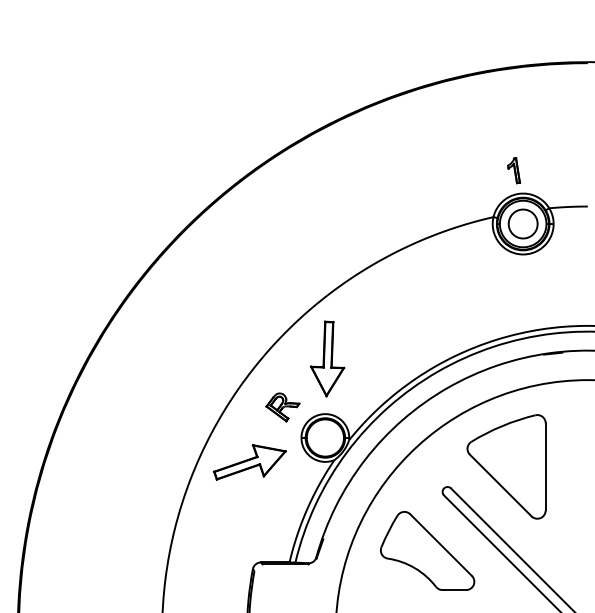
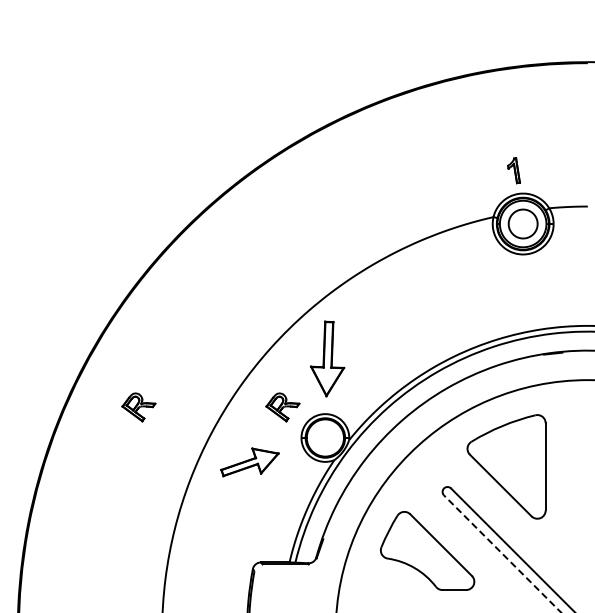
part at (138, 407): none -> present
part at (249, 462) size: 74x37 px -> 60x31 px
line at (502, 553): solid -> dashed
